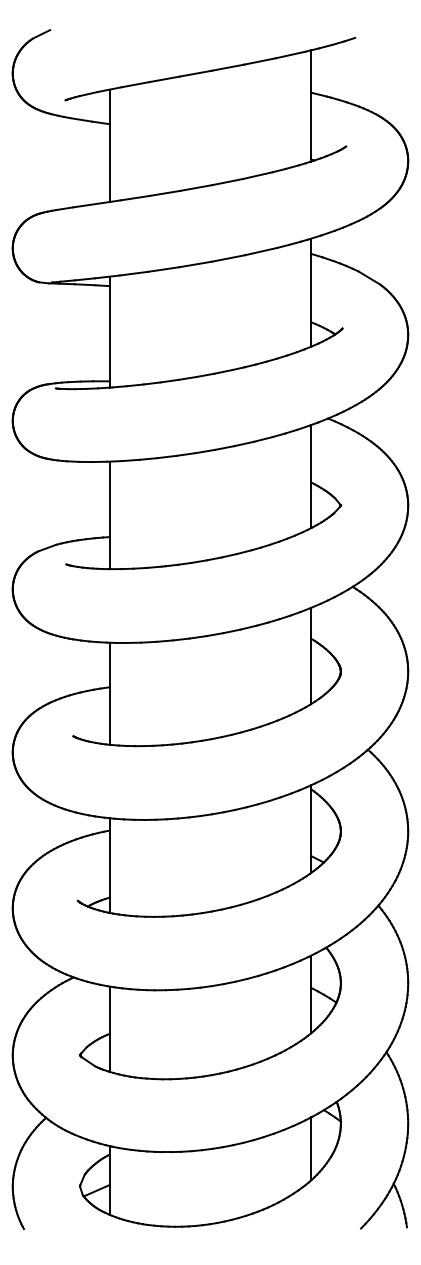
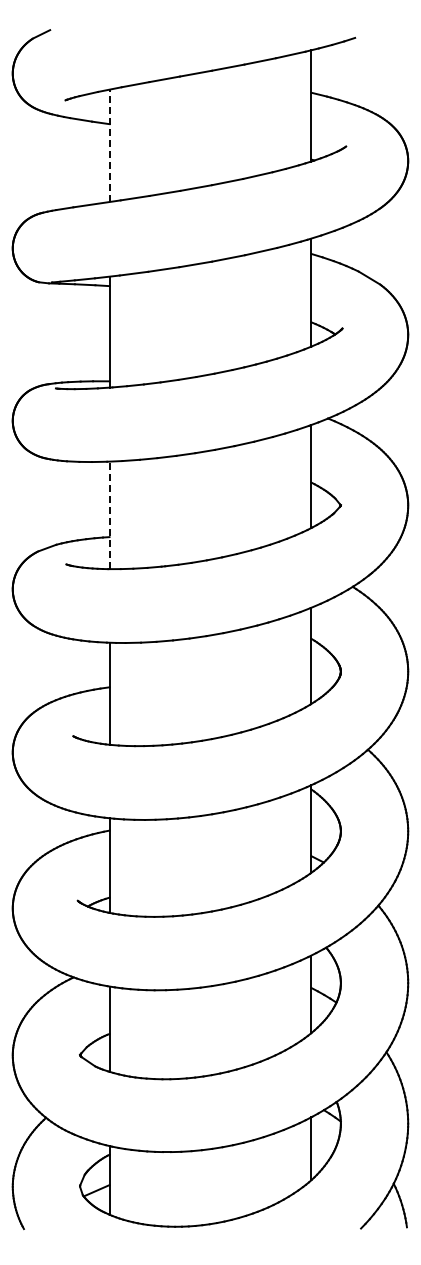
line at (109, 145): solid -> dashed
line at (109, 515): solid -> dashed
